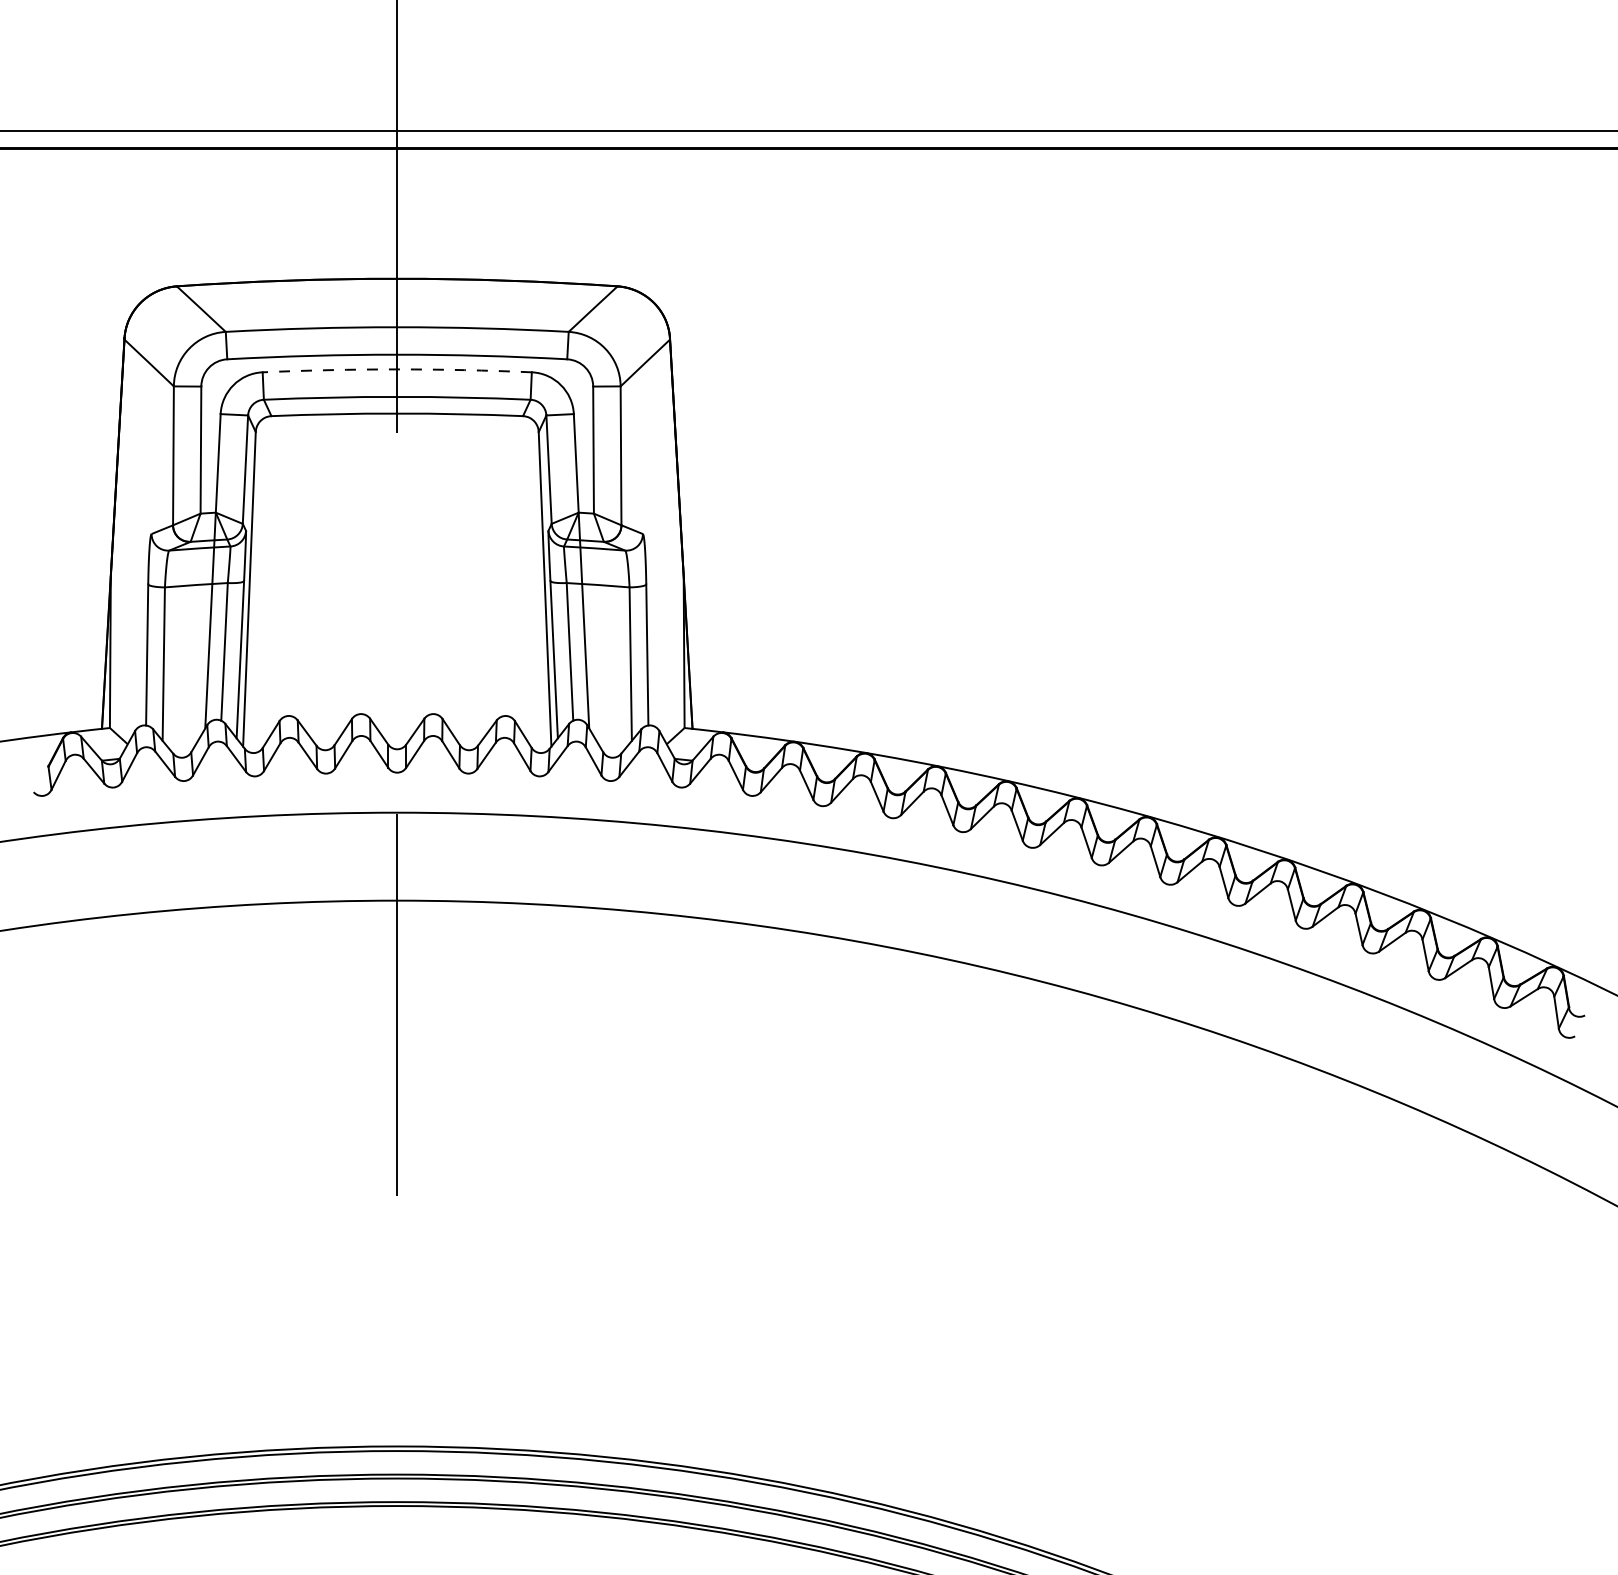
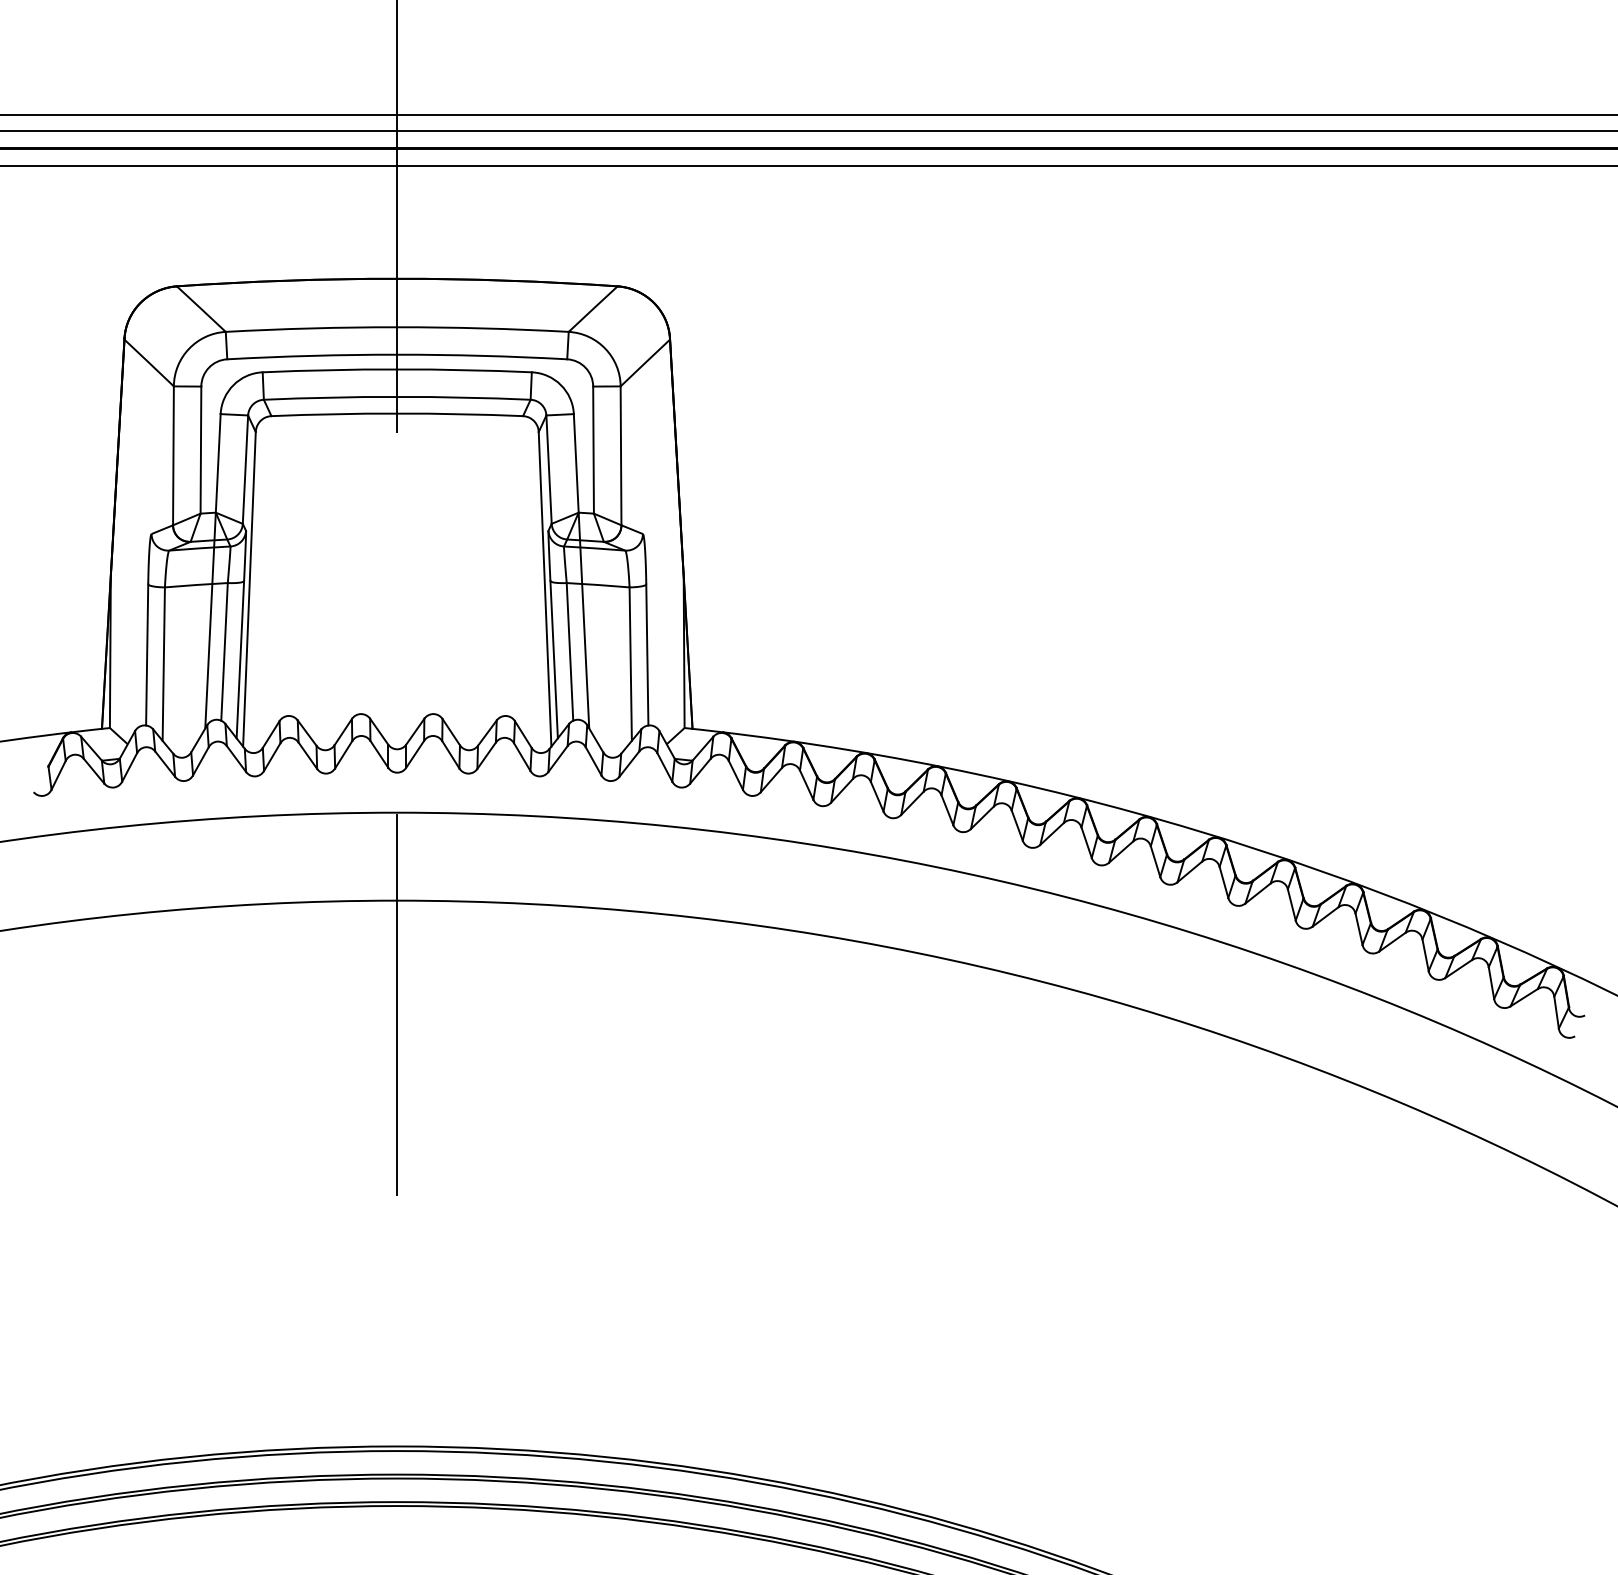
line at (808, 114): none -> present
line at (808, 165): none -> present
arc at (397, 369): dashed -> solid
